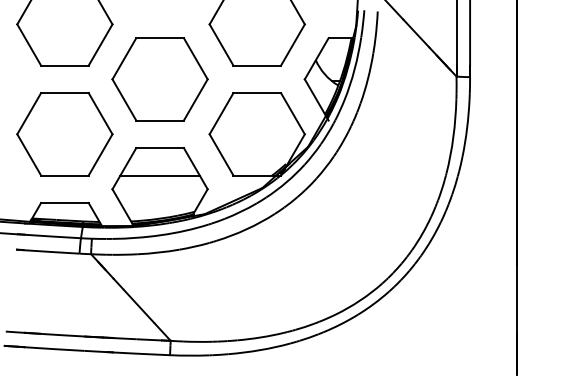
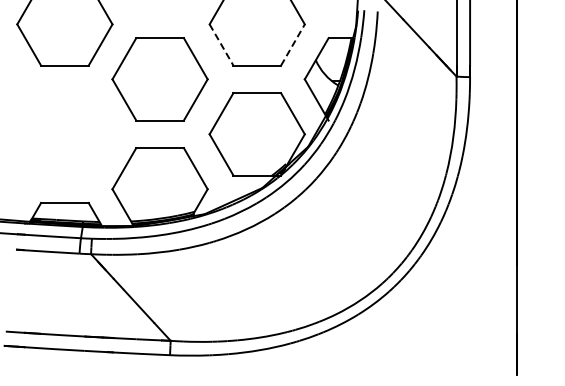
line at (221, 45): solid -> dashed
line at (292, 45): solid -> dashed
part at (64, 134): present -> none
line at (159, 175): present -> none
